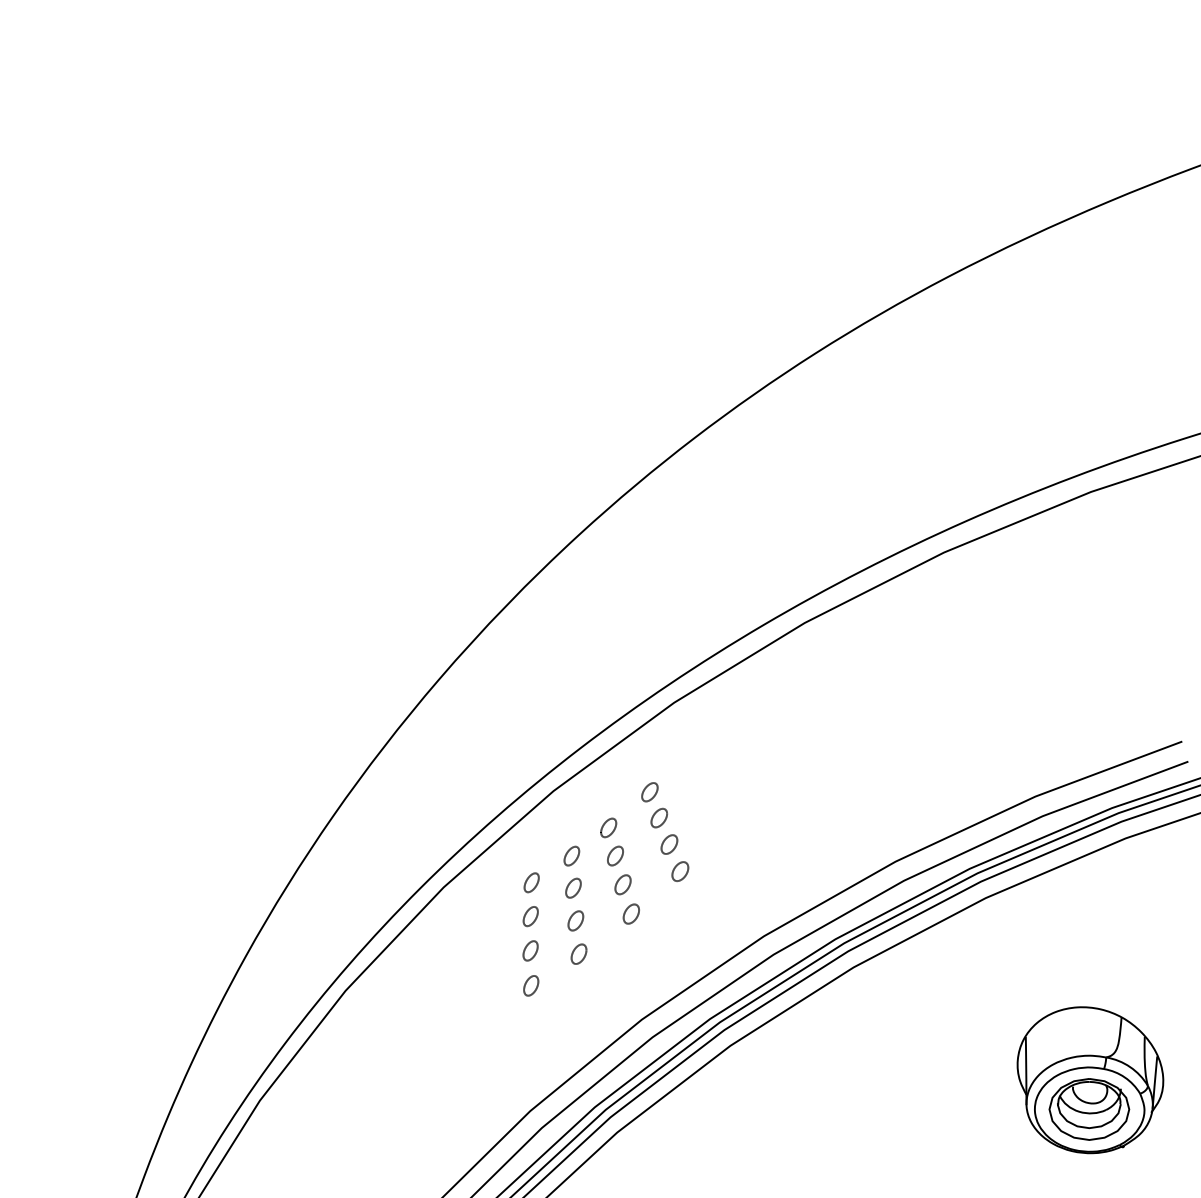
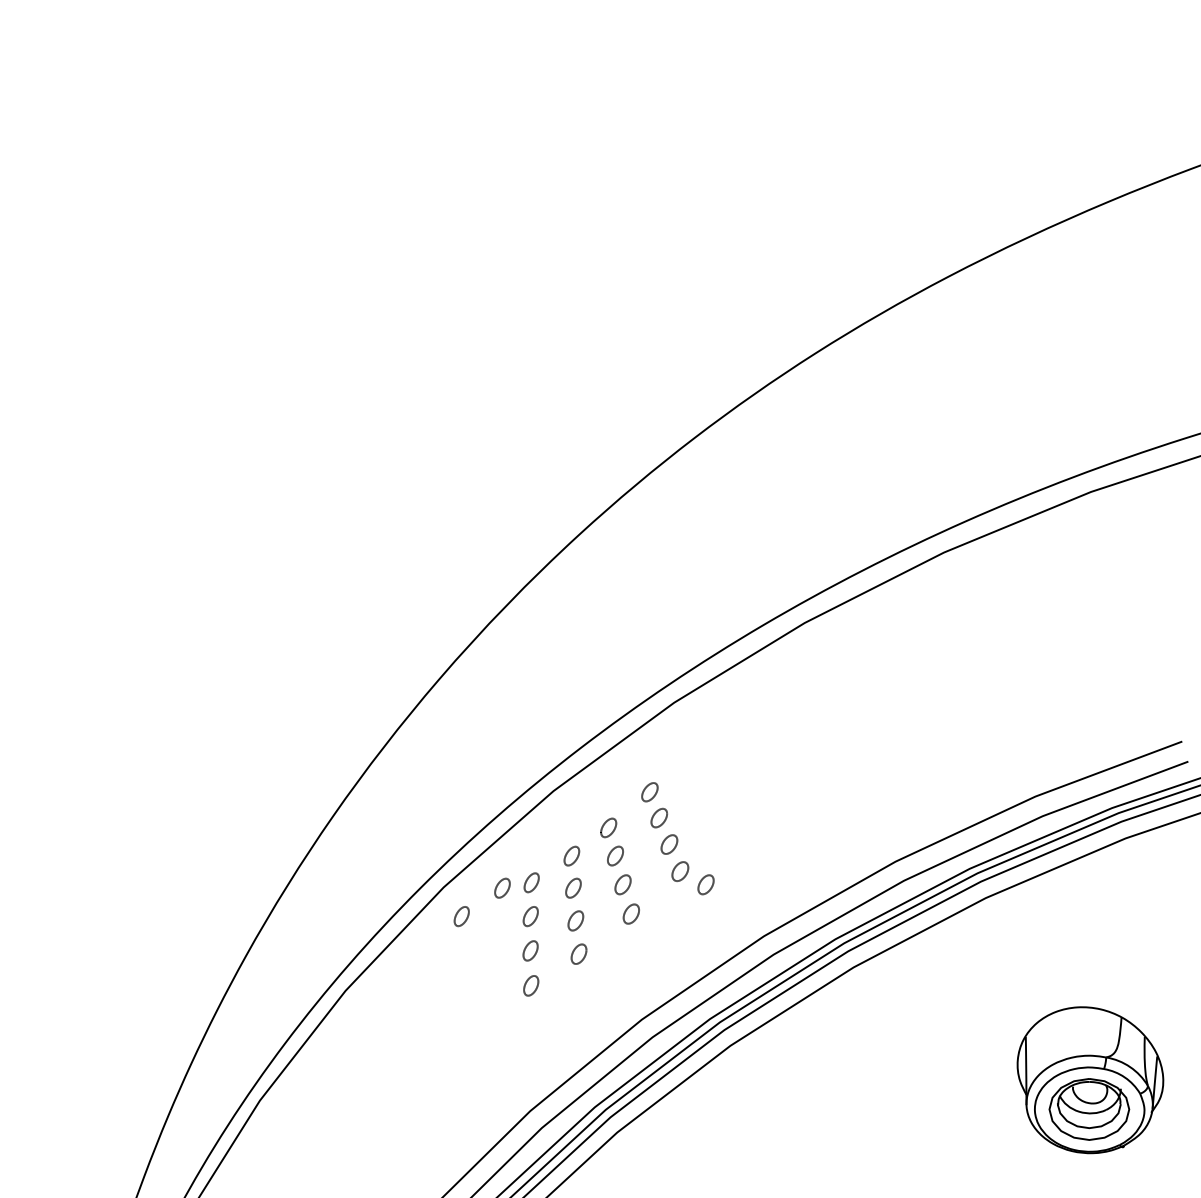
part at (705, 884): none -> present
part at (502, 887): none -> present
part at (461, 916): none -> present
